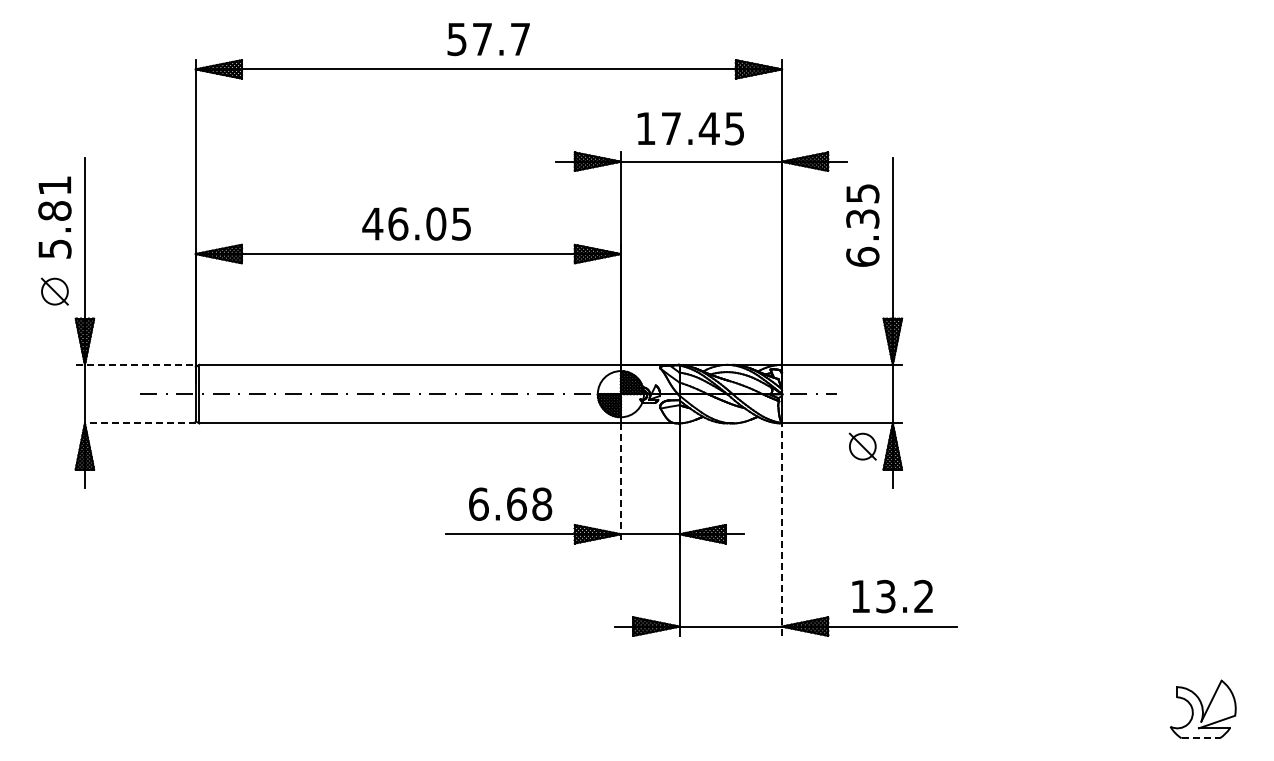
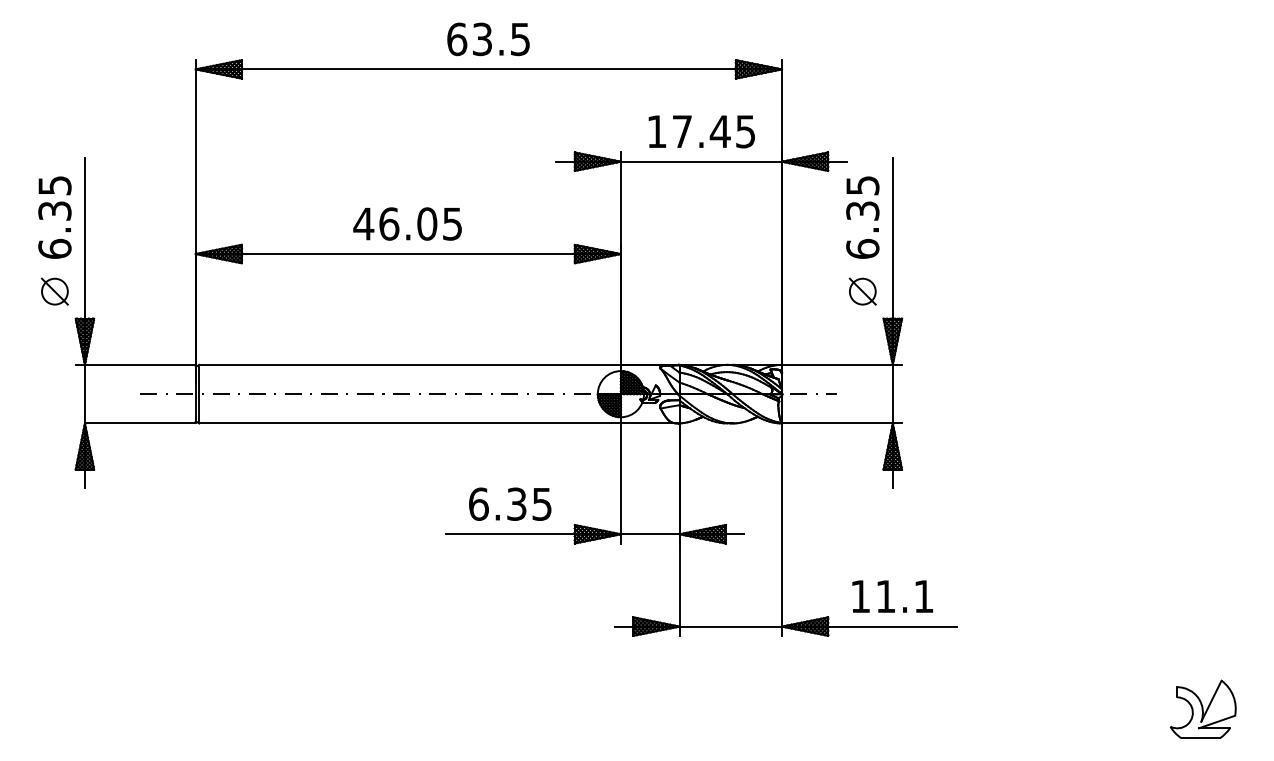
text at (488, 39): 57.7 -> 63.5
text at (690, 128) position: (690, 128) -> (701, 131)
text at (54, 217): 5.81 -> 6.35
text at (416, 223) position: (416, 223) -> (407, 223)
text at (862, 225) position: (862, 225) -> (862, 217)
line at (136, 364): dashed -> solid
line at (139, 423): dashed -> solid
part at (862, 446) position: (862, 446) -> (862, 291)
line at (620, 483): dashed -> solid
text at (529, 503): 6.68 -> 6.35
line at (782, 515): dashed -> solid
text at (904, 596): 13.2 -> 11.1
line at (1201, 738): dashed -> solid
